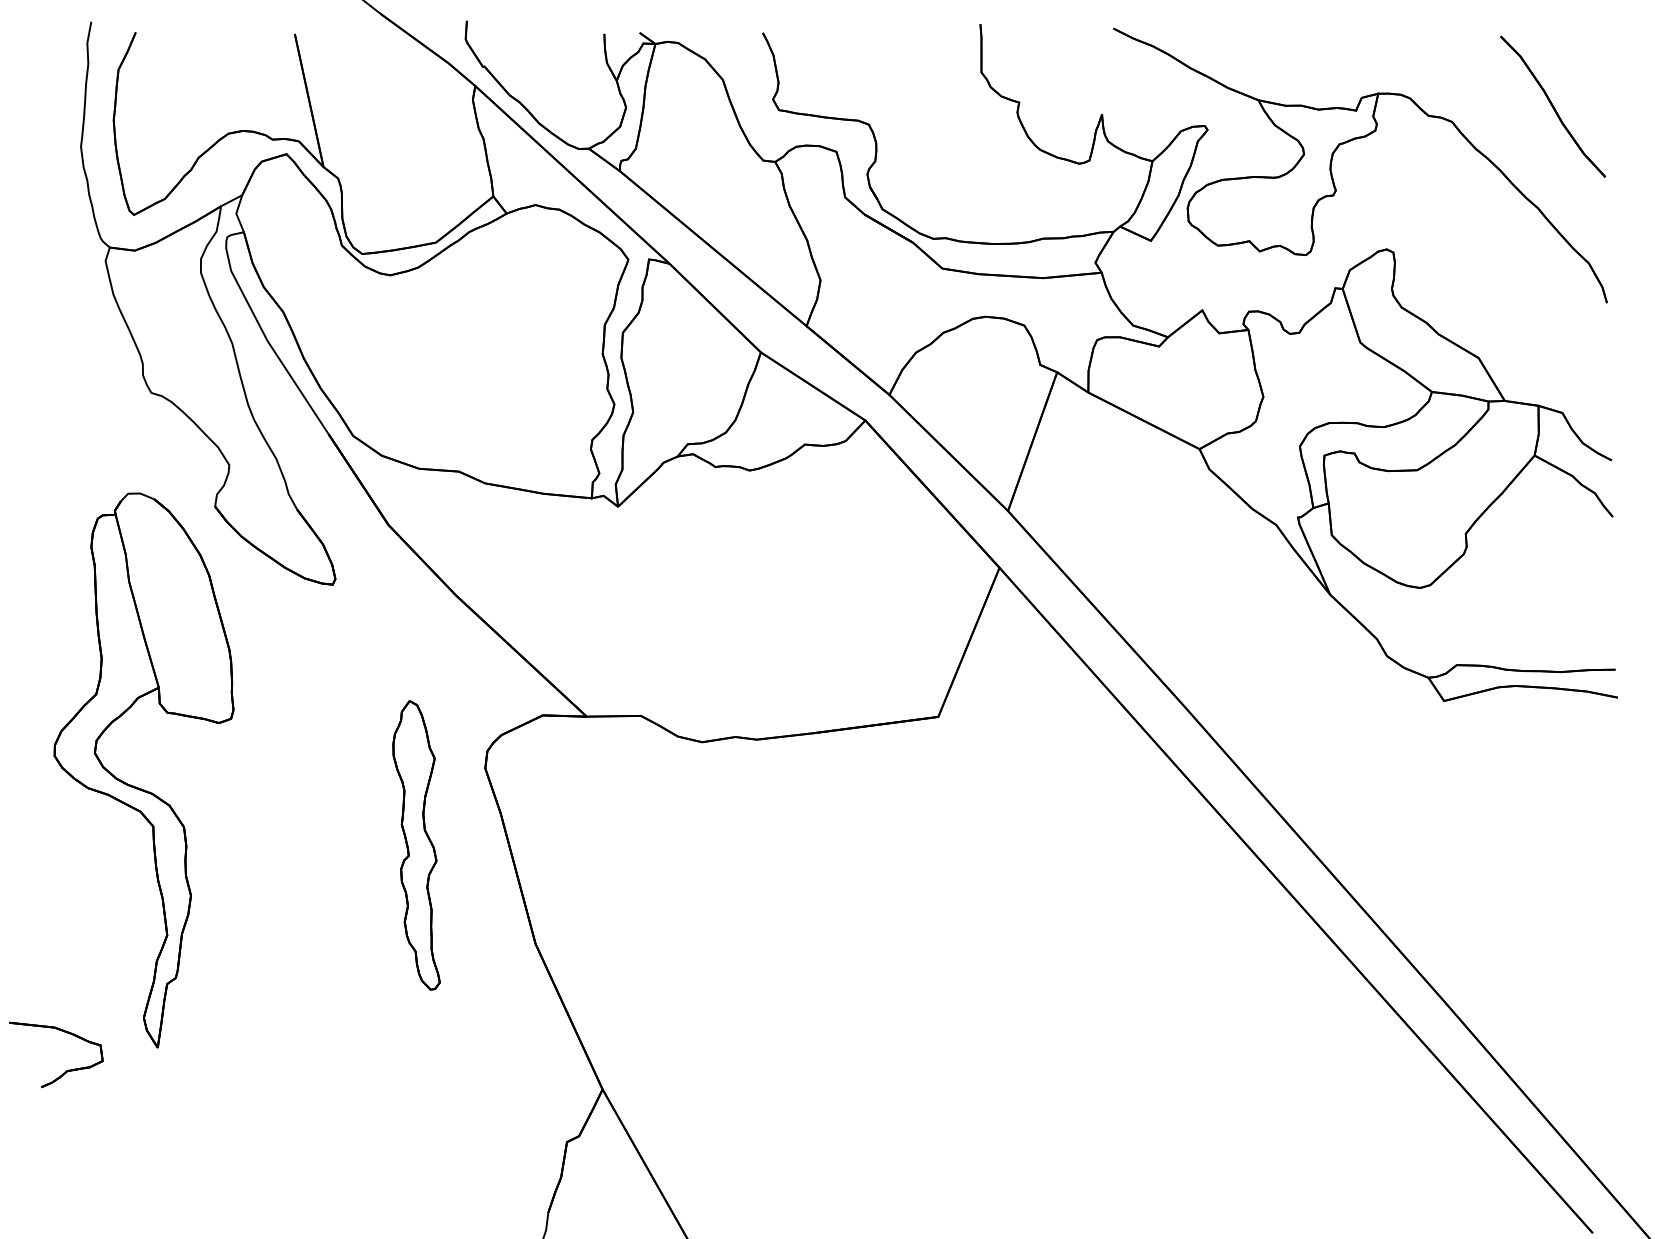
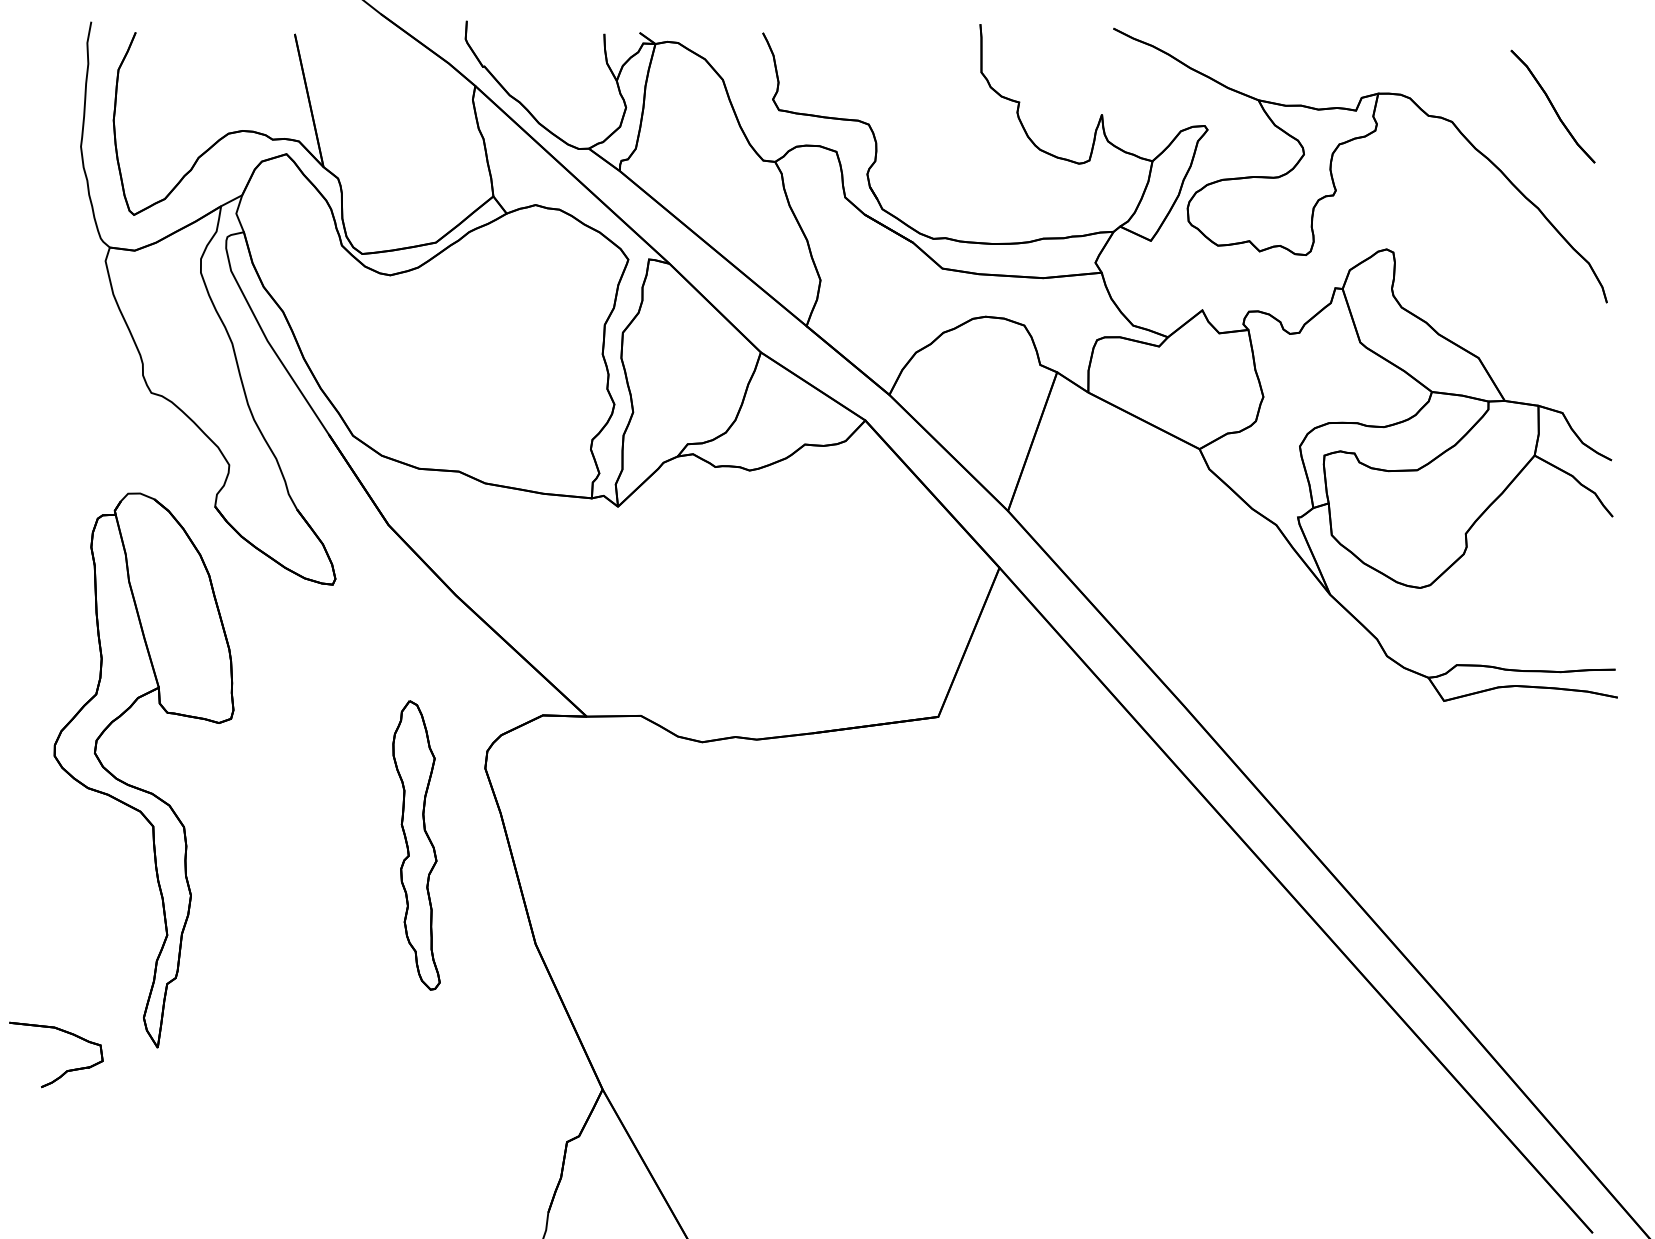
part at (1552, 106) size: 106x143 px -> 86x115 px
